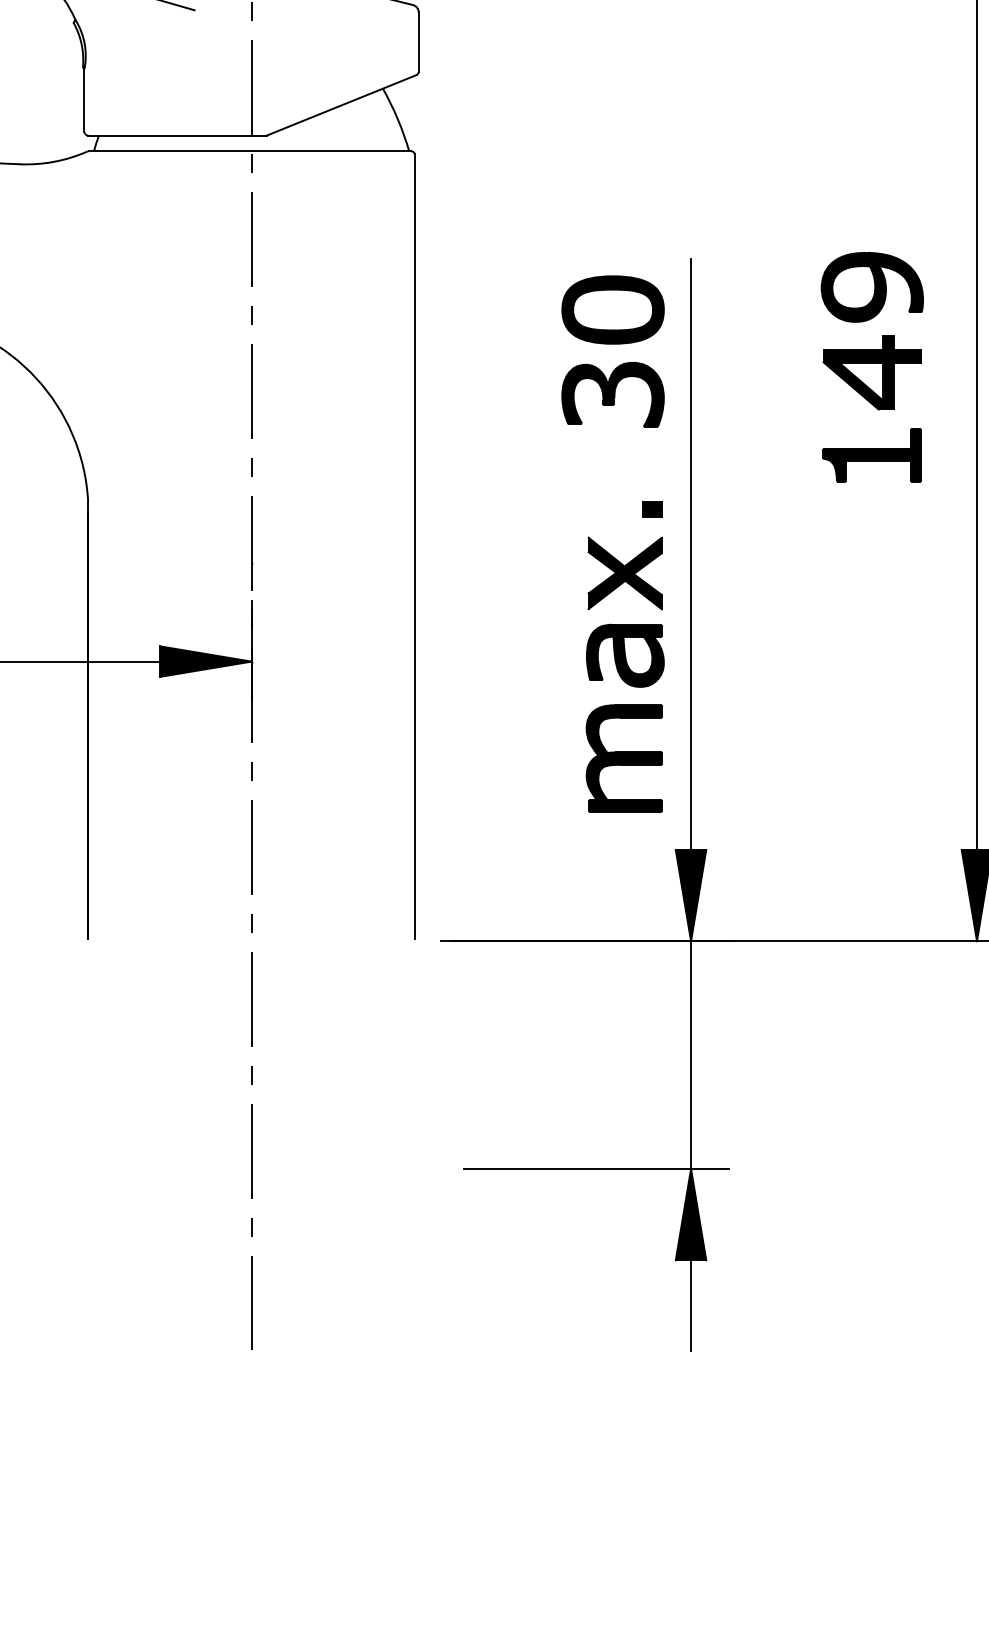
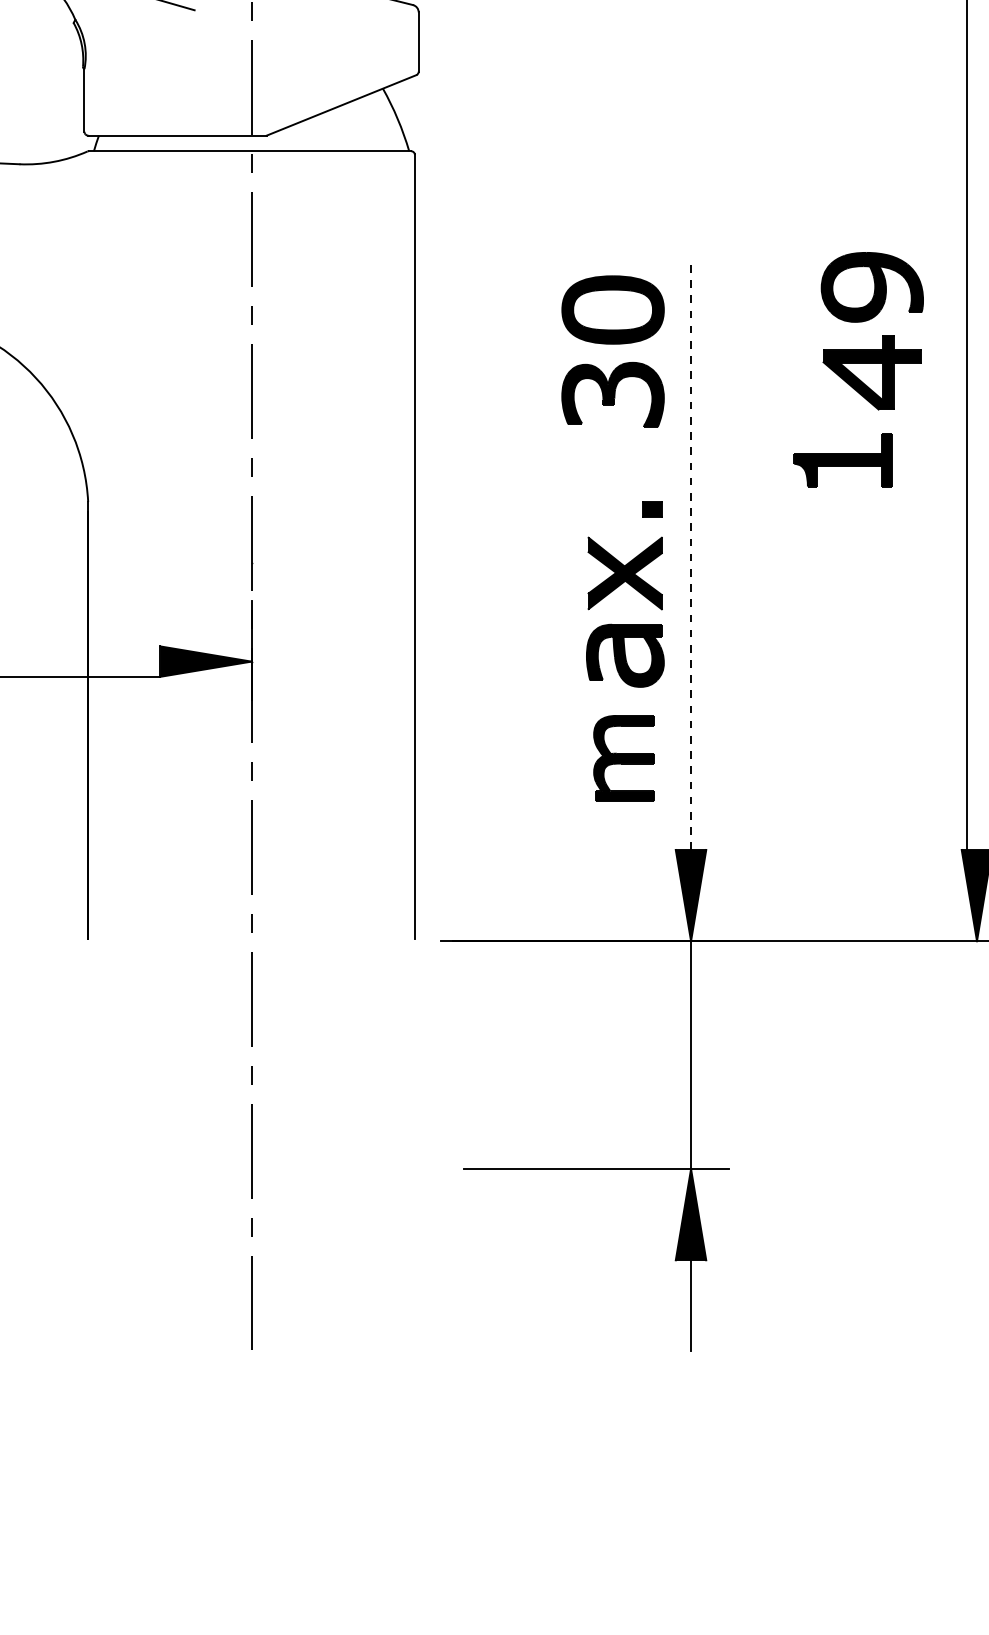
line at (977, 426) position: (977, 426) -> (967, 426)
part at (871, 455) position: (871, 455) -> (842, 460)
line at (691, 554): solid -> dashed
line at (81, 661) position: (81, 661) -> (81, 676)
part at (623, 758) size: 78x109 px -> 62x87 px
